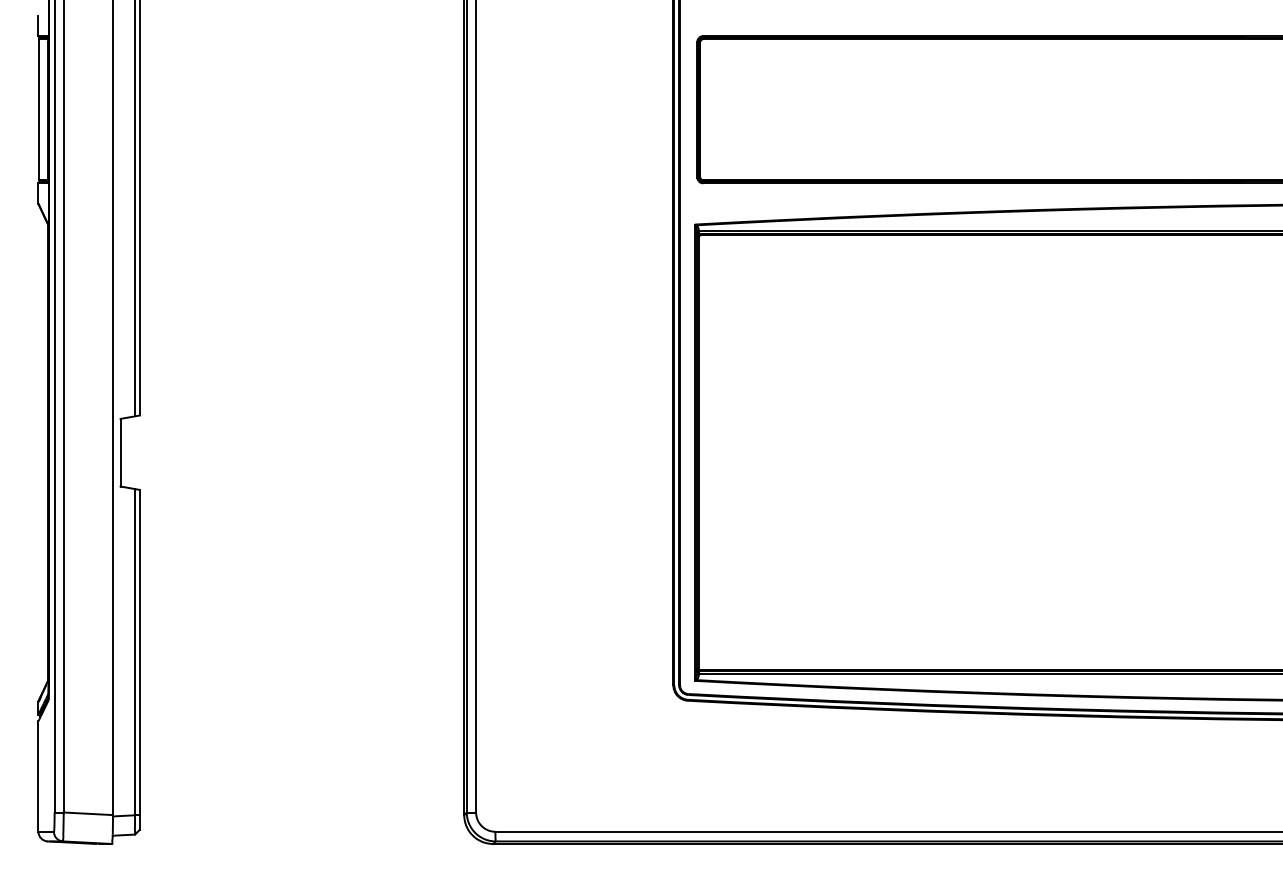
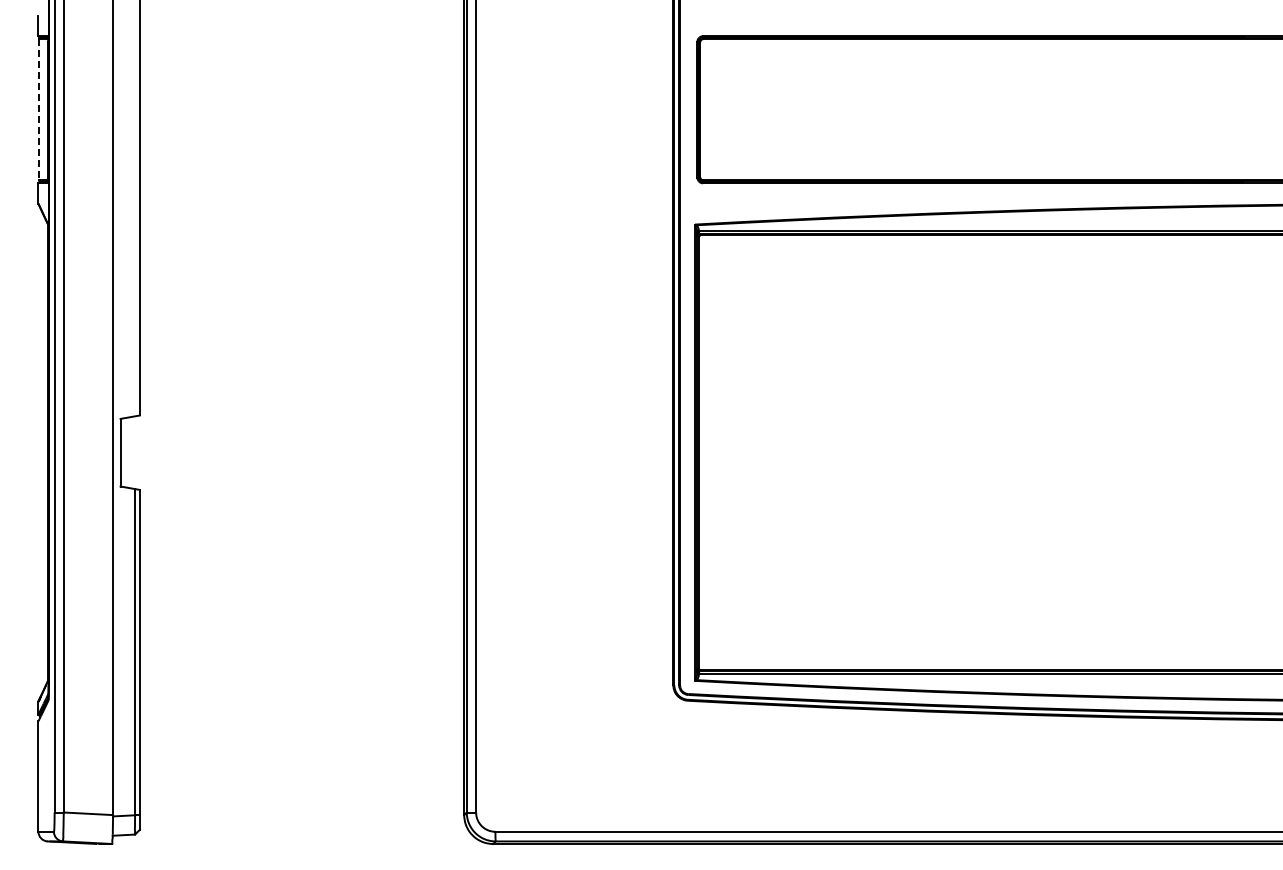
line at (39, 109): solid -> dashed
line at (135, 209): present -> none
